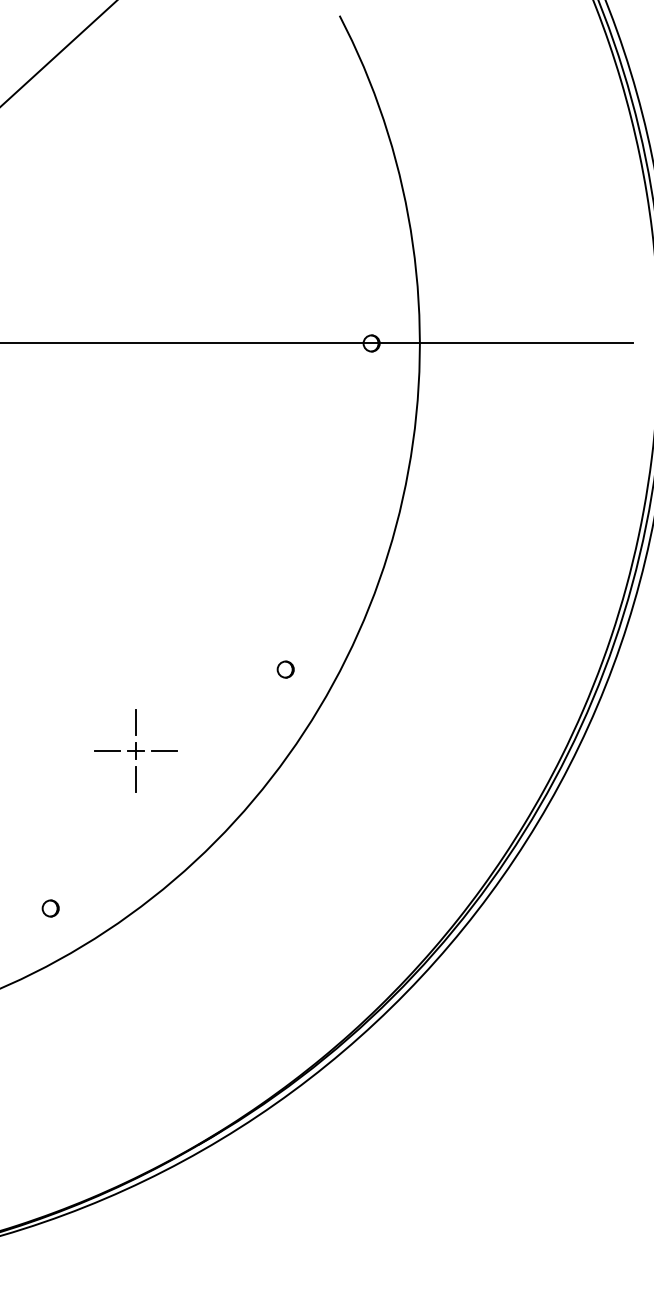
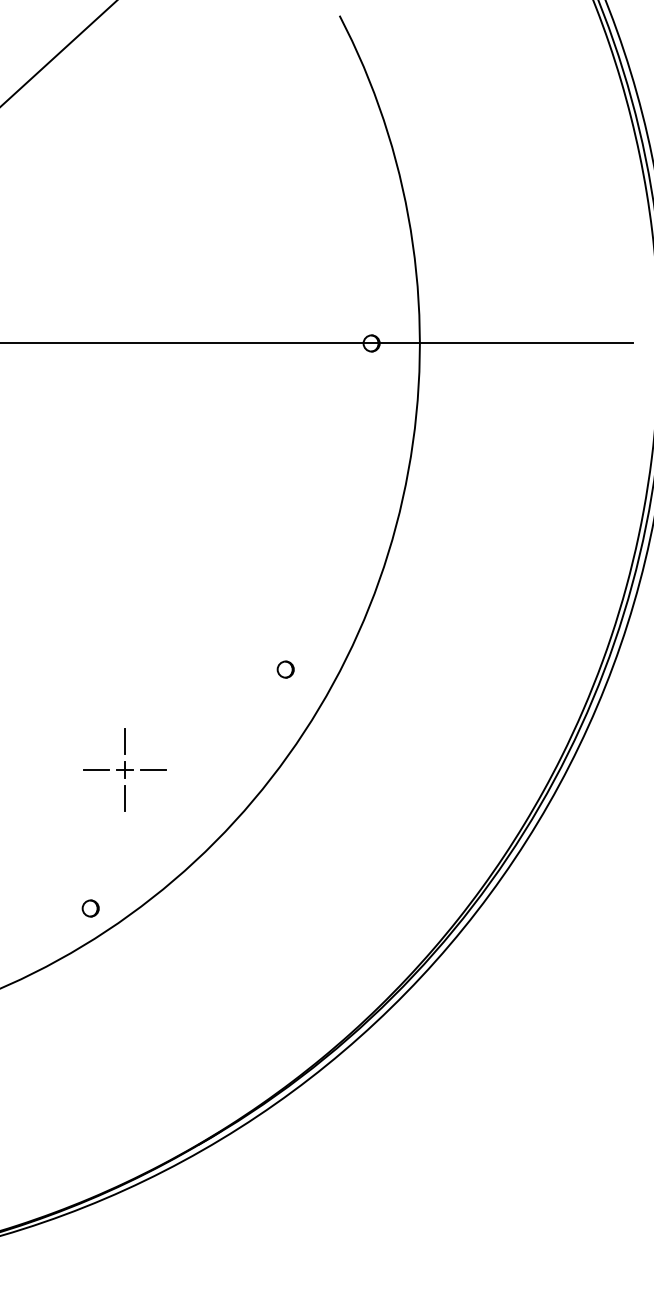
part at (135, 750) position: (135, 750) -> (124, 769)
circle at (50, 908) position: (50, 908) -> (90, 908)
